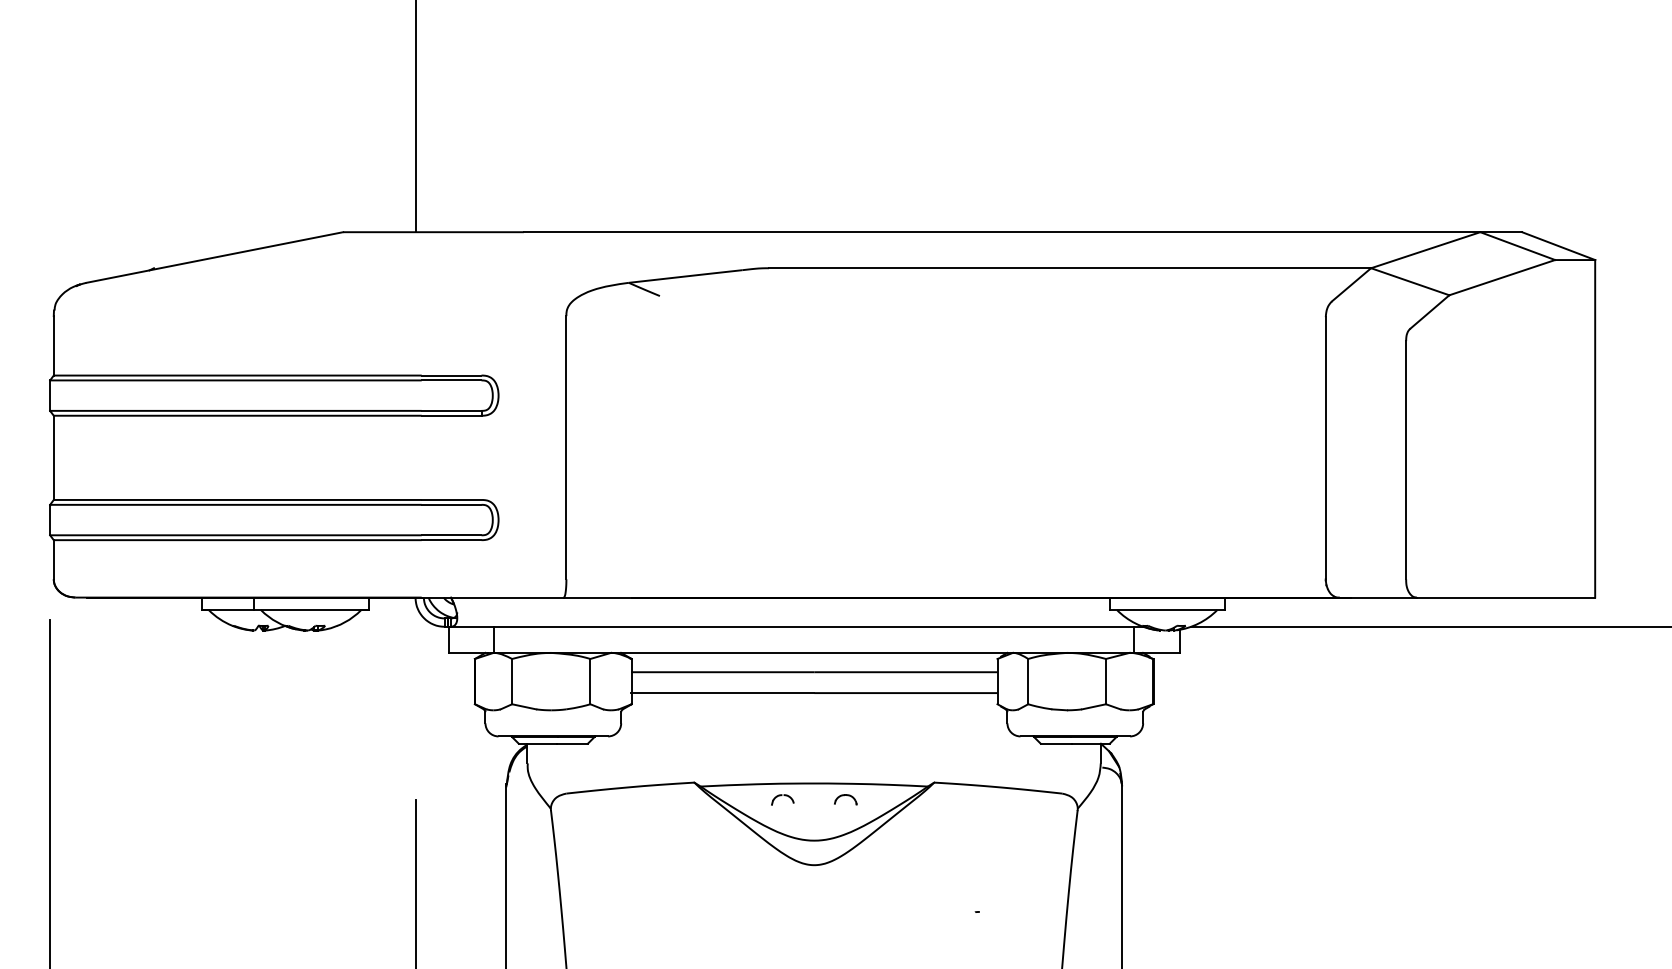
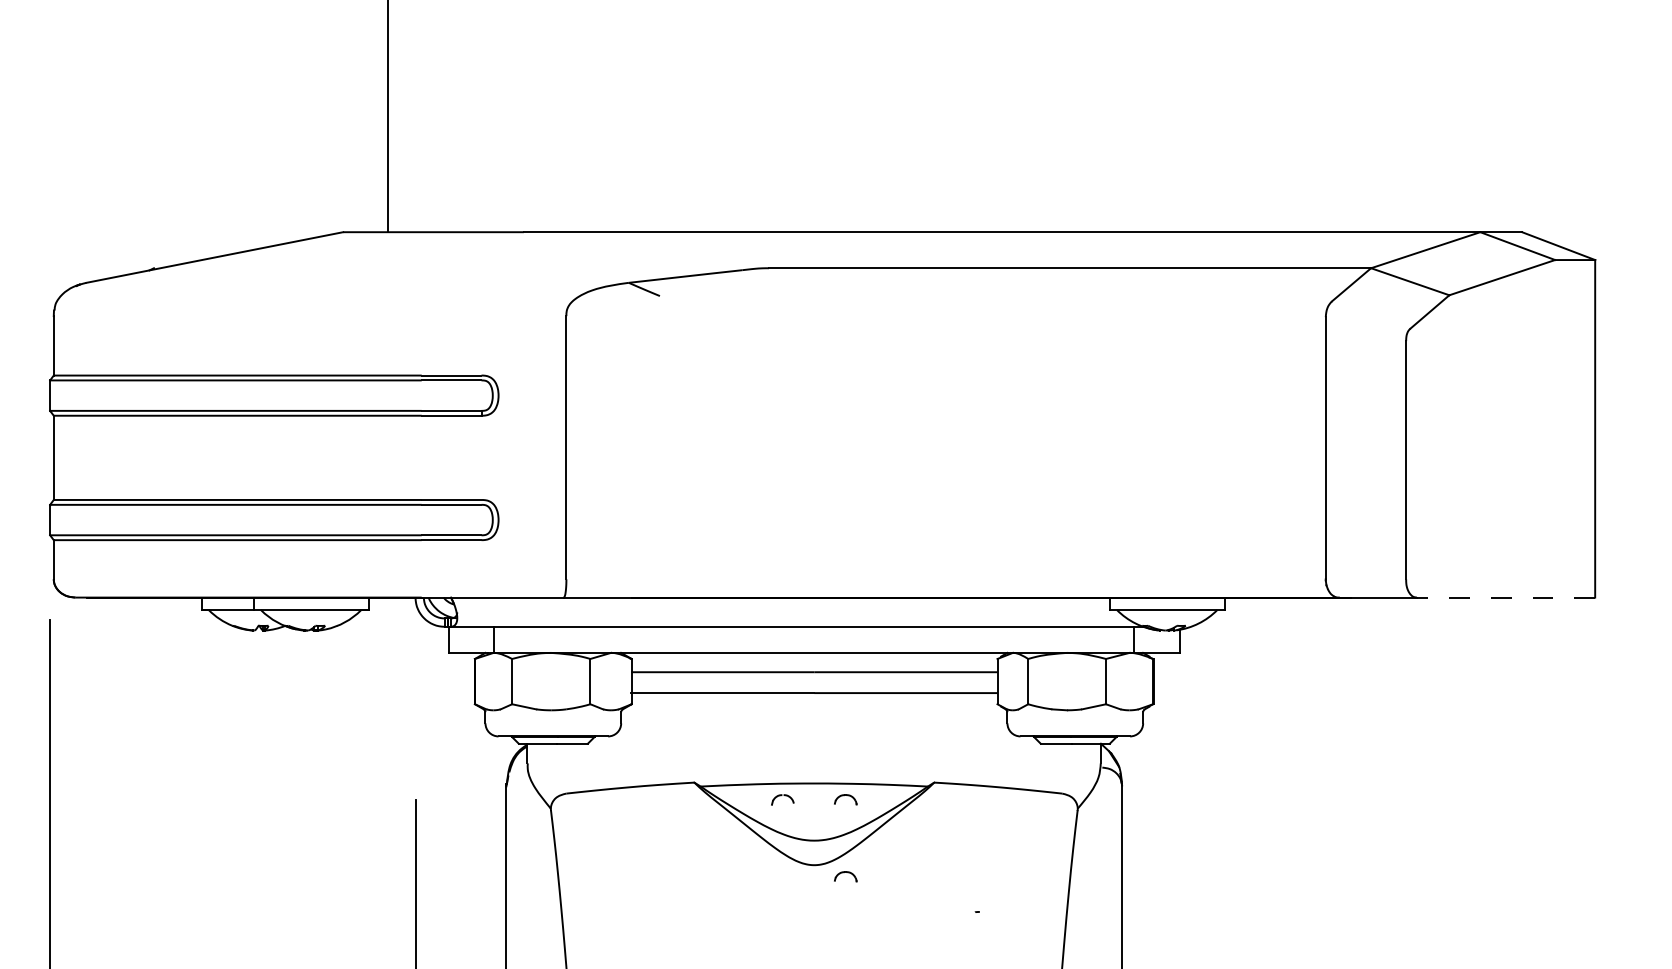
line at (415, 117) position: (415, 117) -> (387, 117)
line at (1505, 597): solid -> dashed
line at (1429, 626): present -> none
part at (845, 876): none -> present
